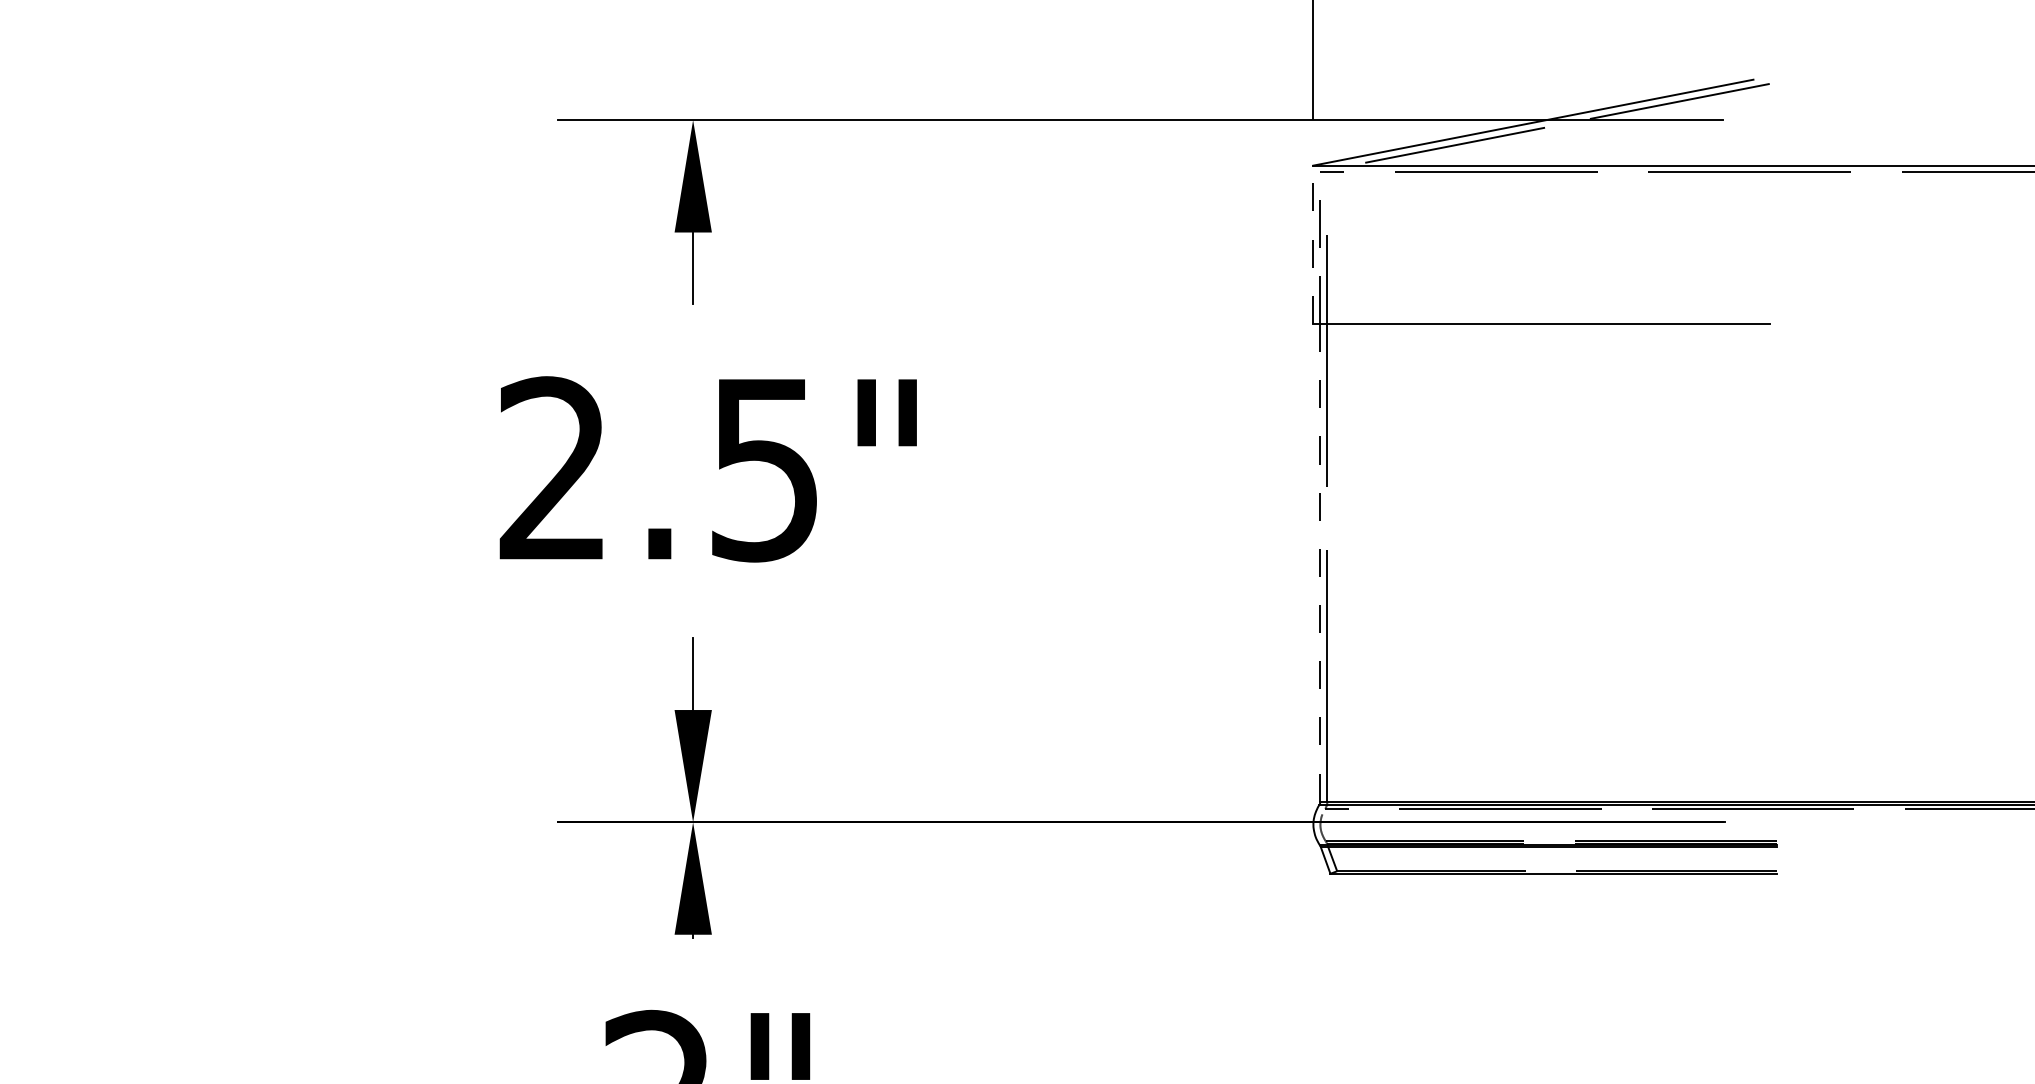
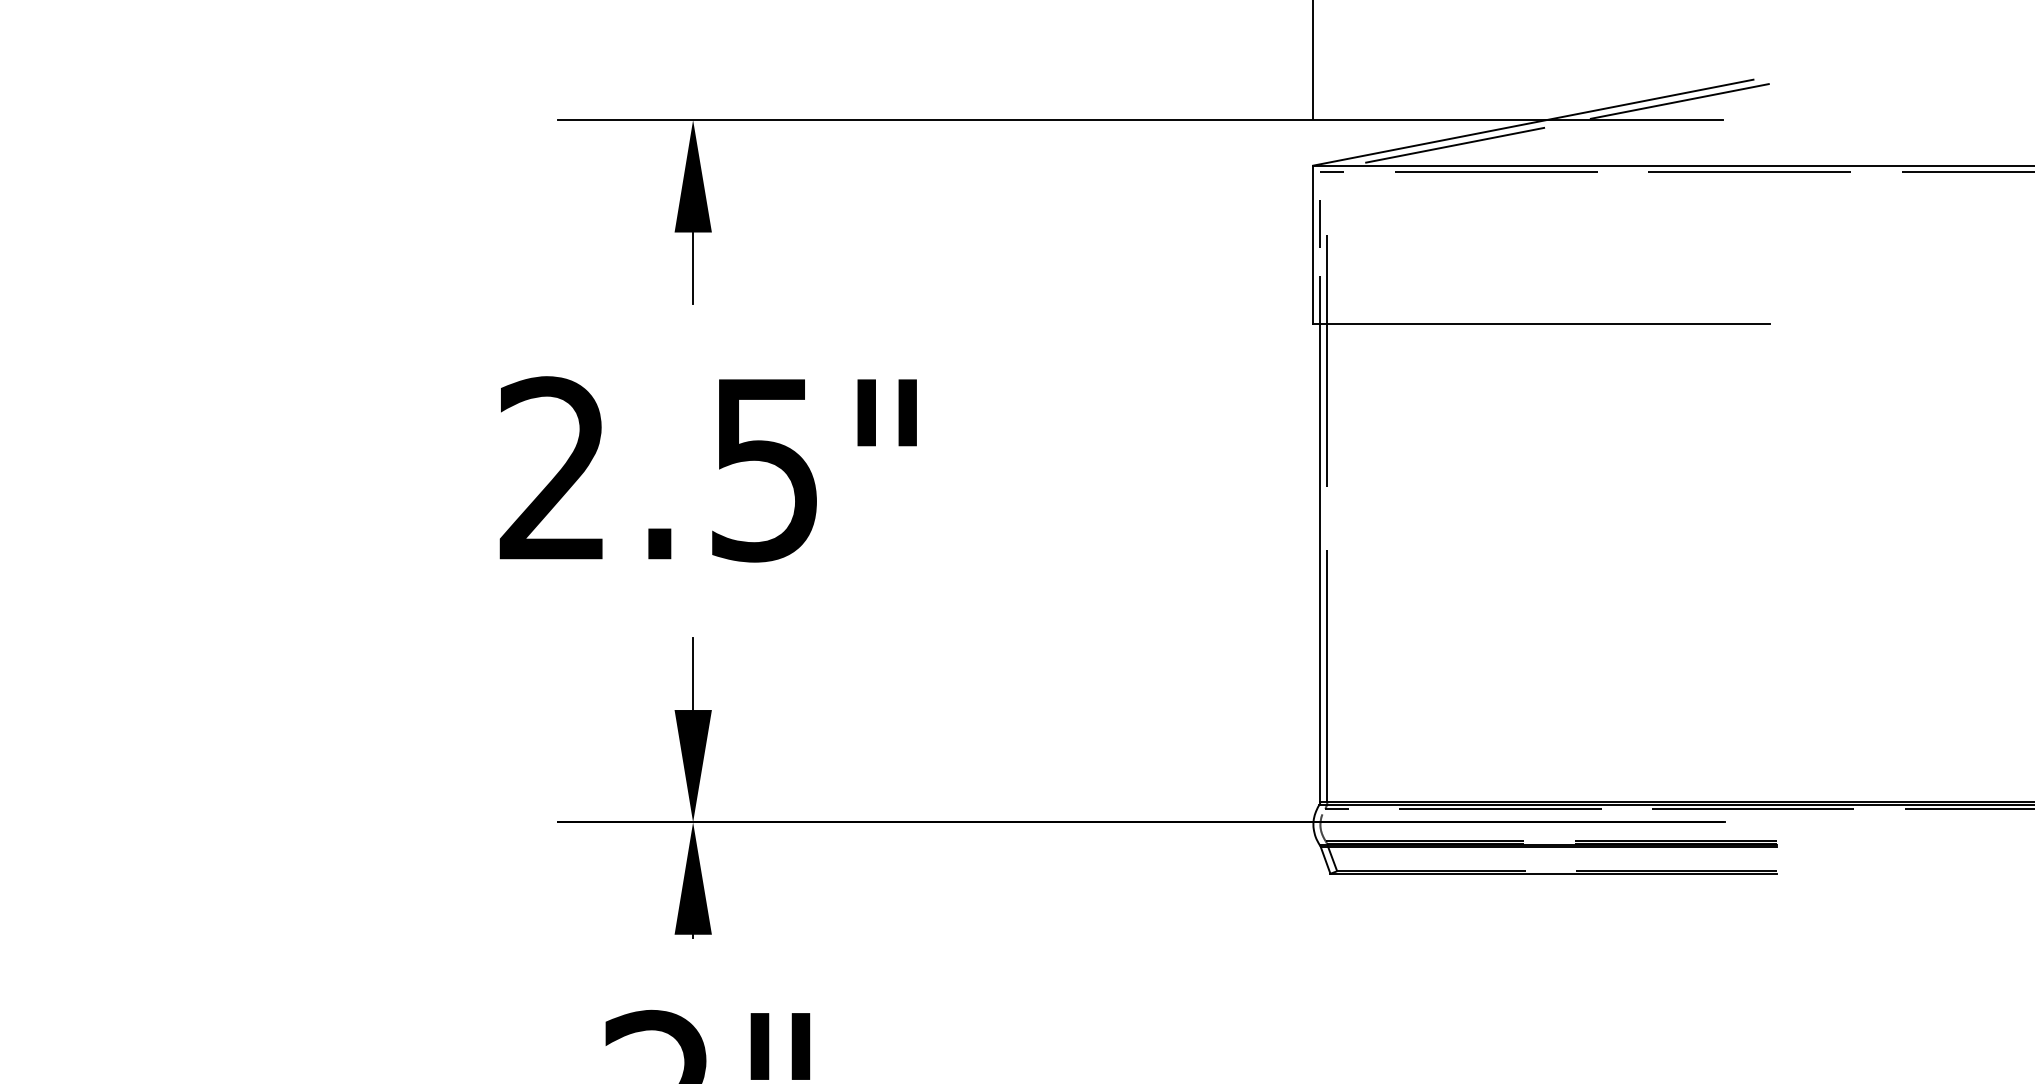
line at (1313, 244): dashed -> solid
line at (1320, 562): dashed -> solid
